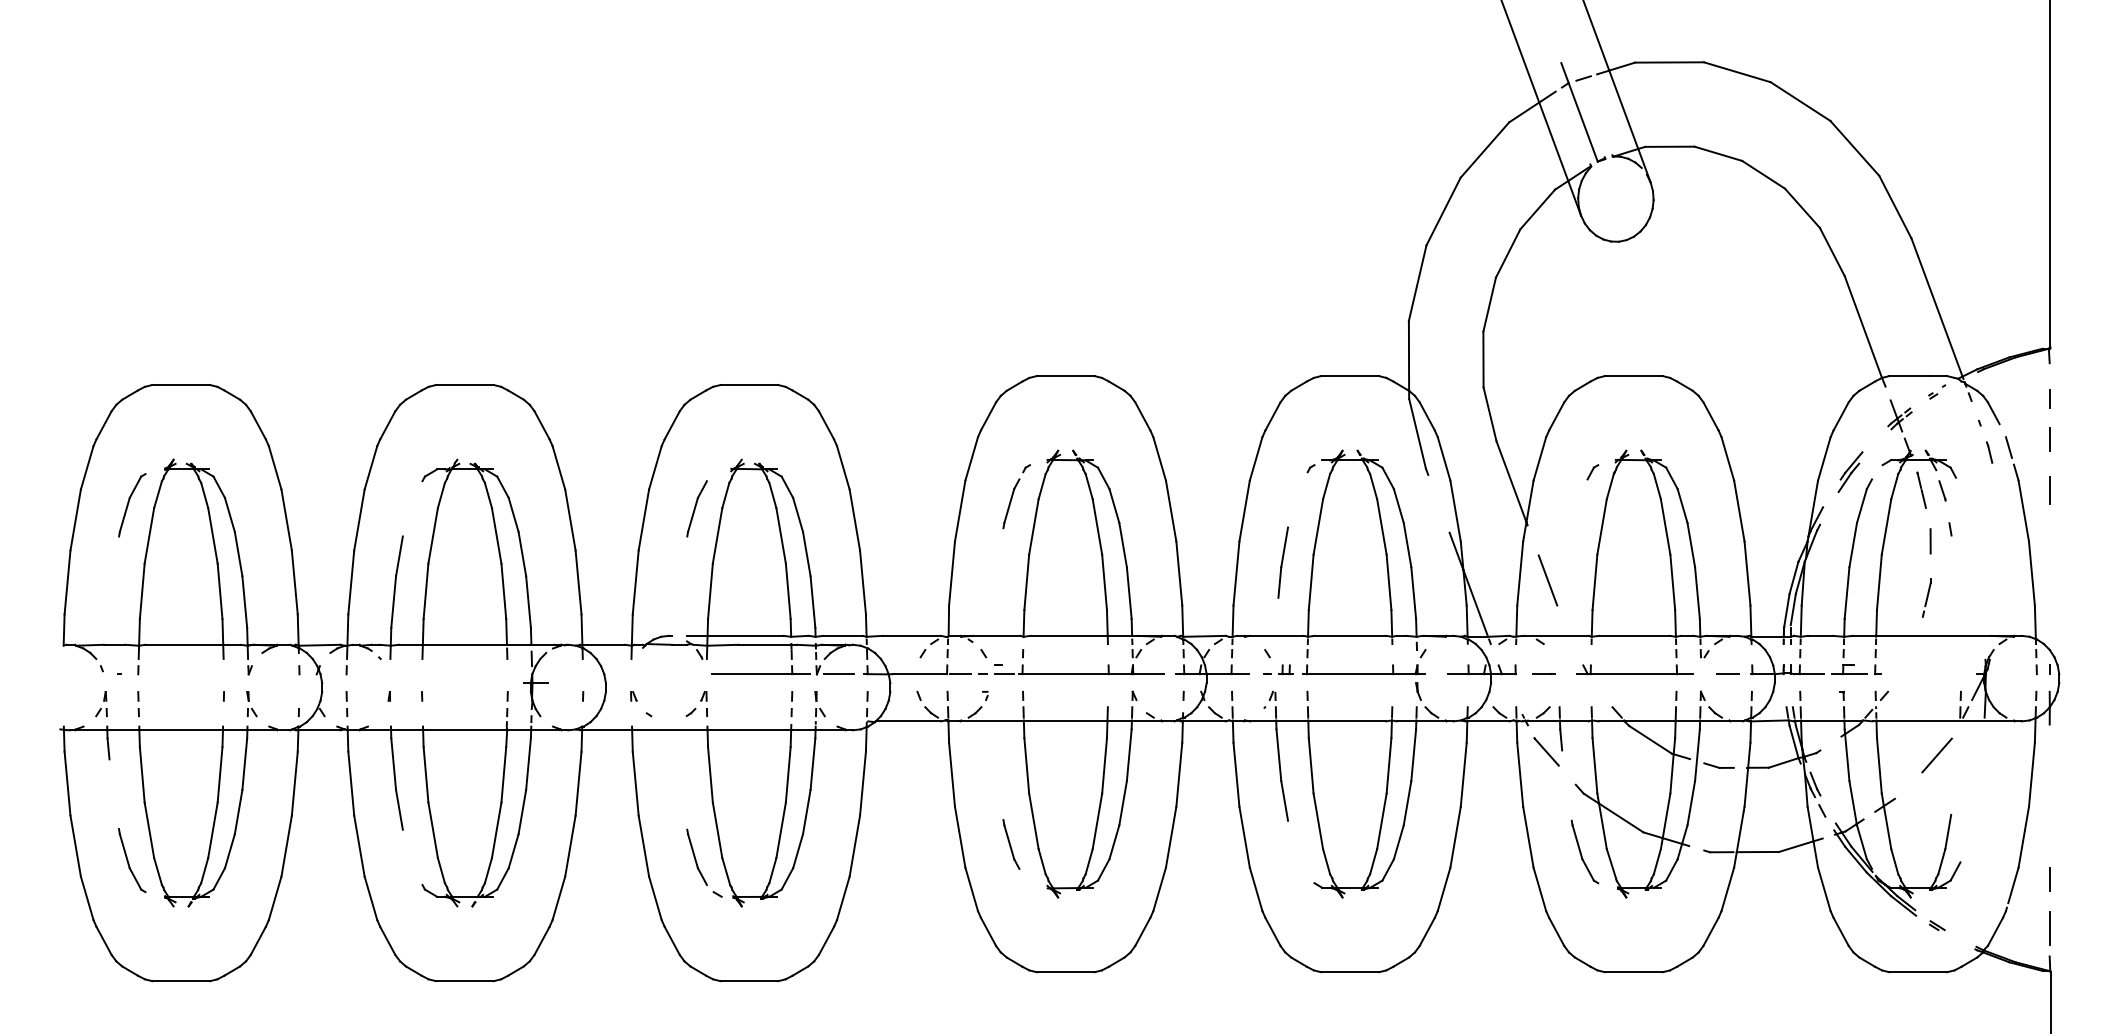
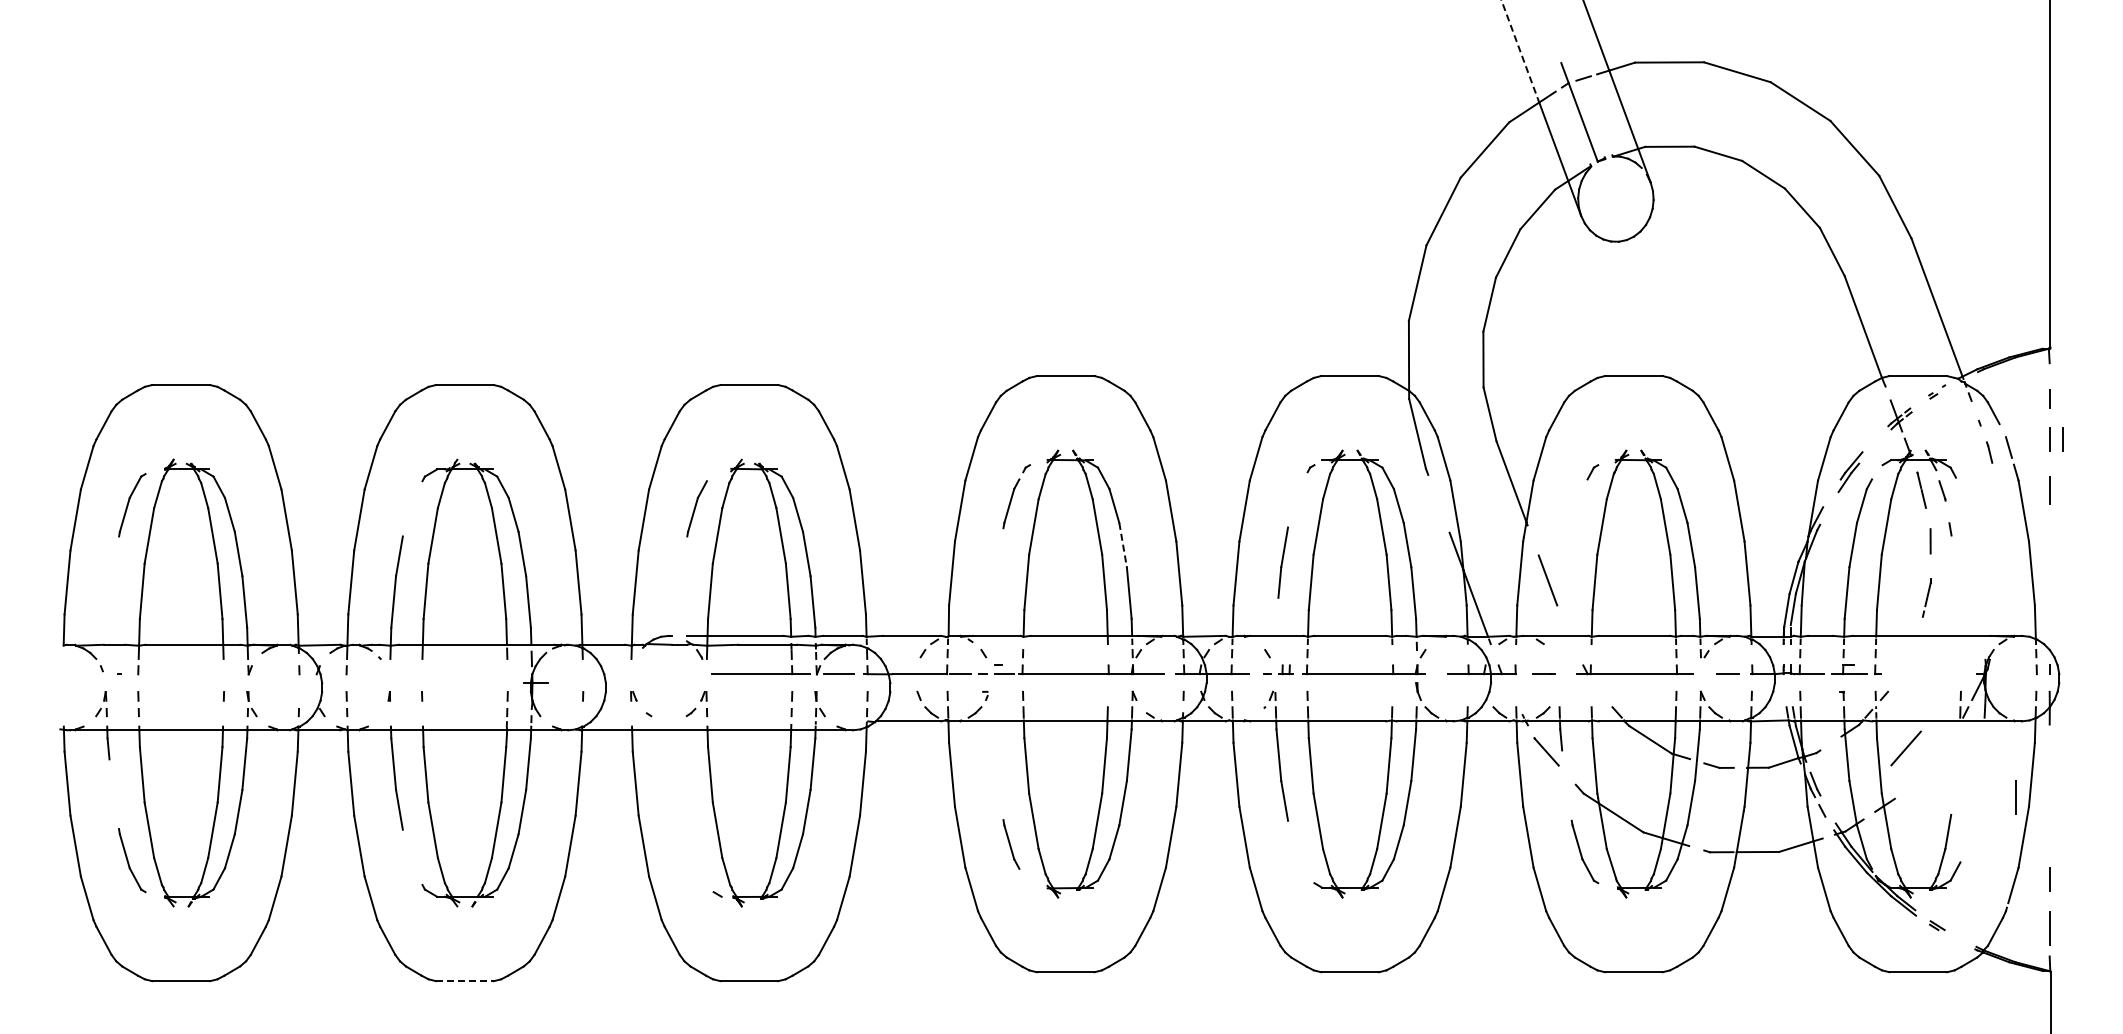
line at (1520, 51): solid -> dashed
line at (2062, 439): none -> present
line at (1123, 545): solid -> dashed
line at (1936, 755) position: (1936, 755) -> (1905, 748)
line at (2015, 797): none -> present
part at (696, 856): present -> none
line at (464, 981): solid -> dashed
